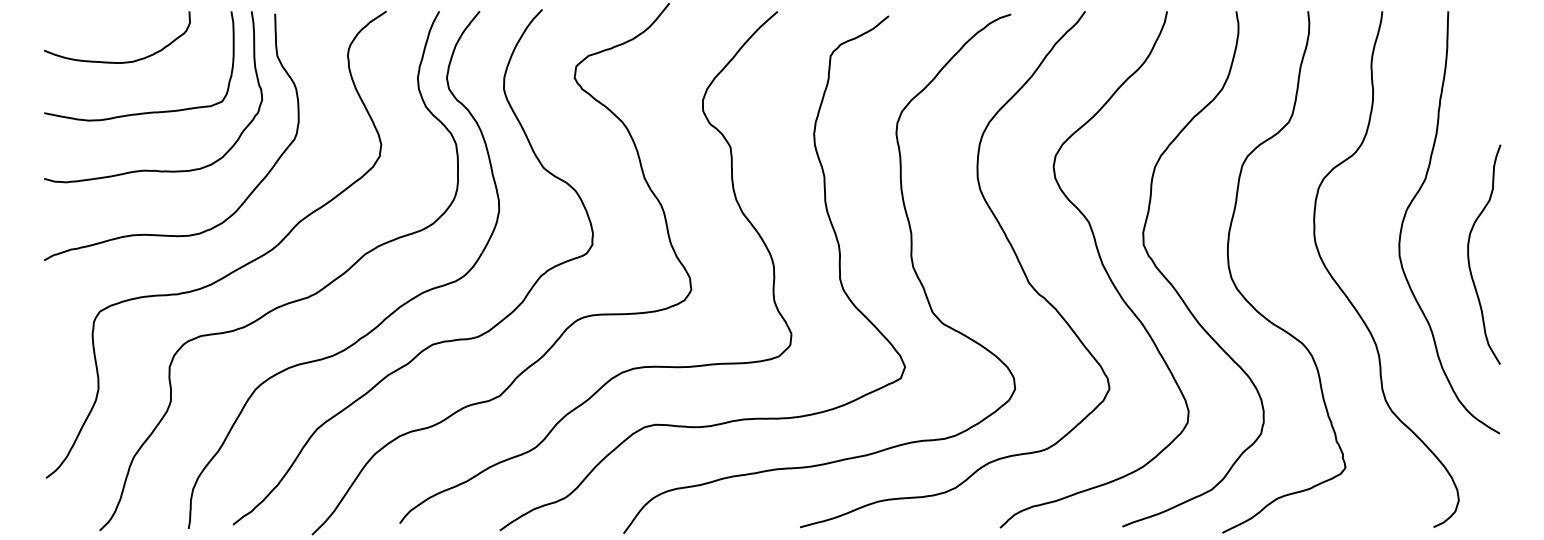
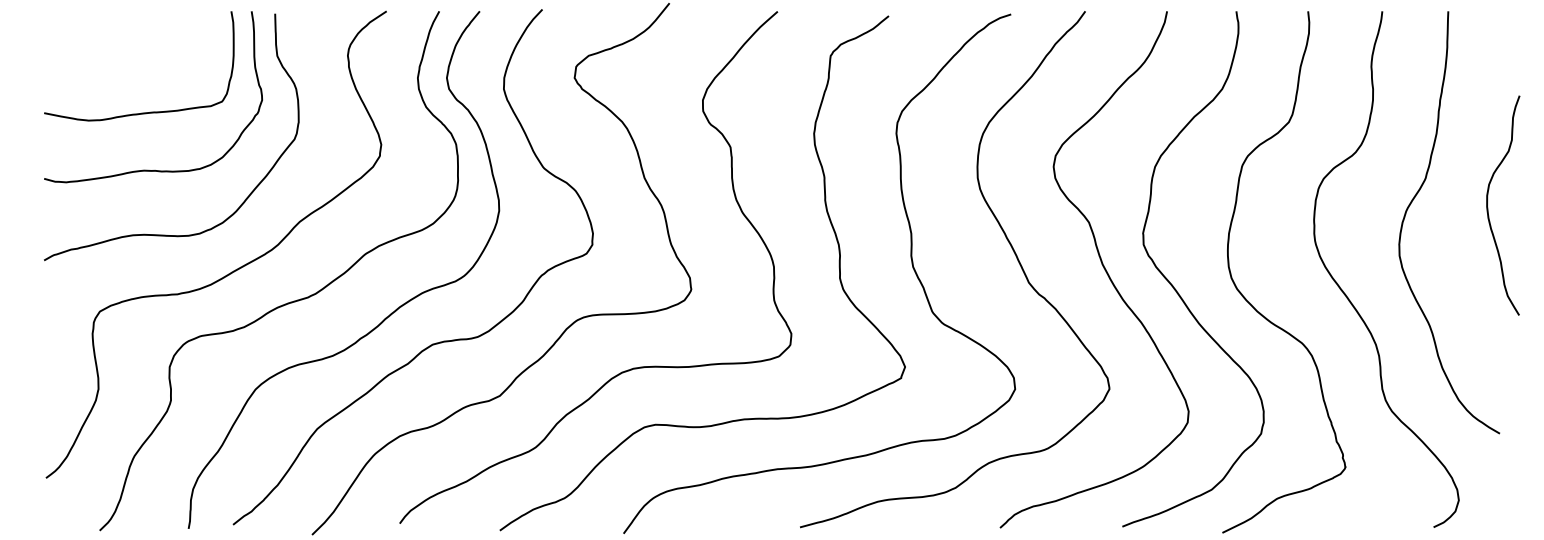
curve at (112, 61): present -> none
curve at (1469, 256) position: (1469, 256) -> (1488, 207)
